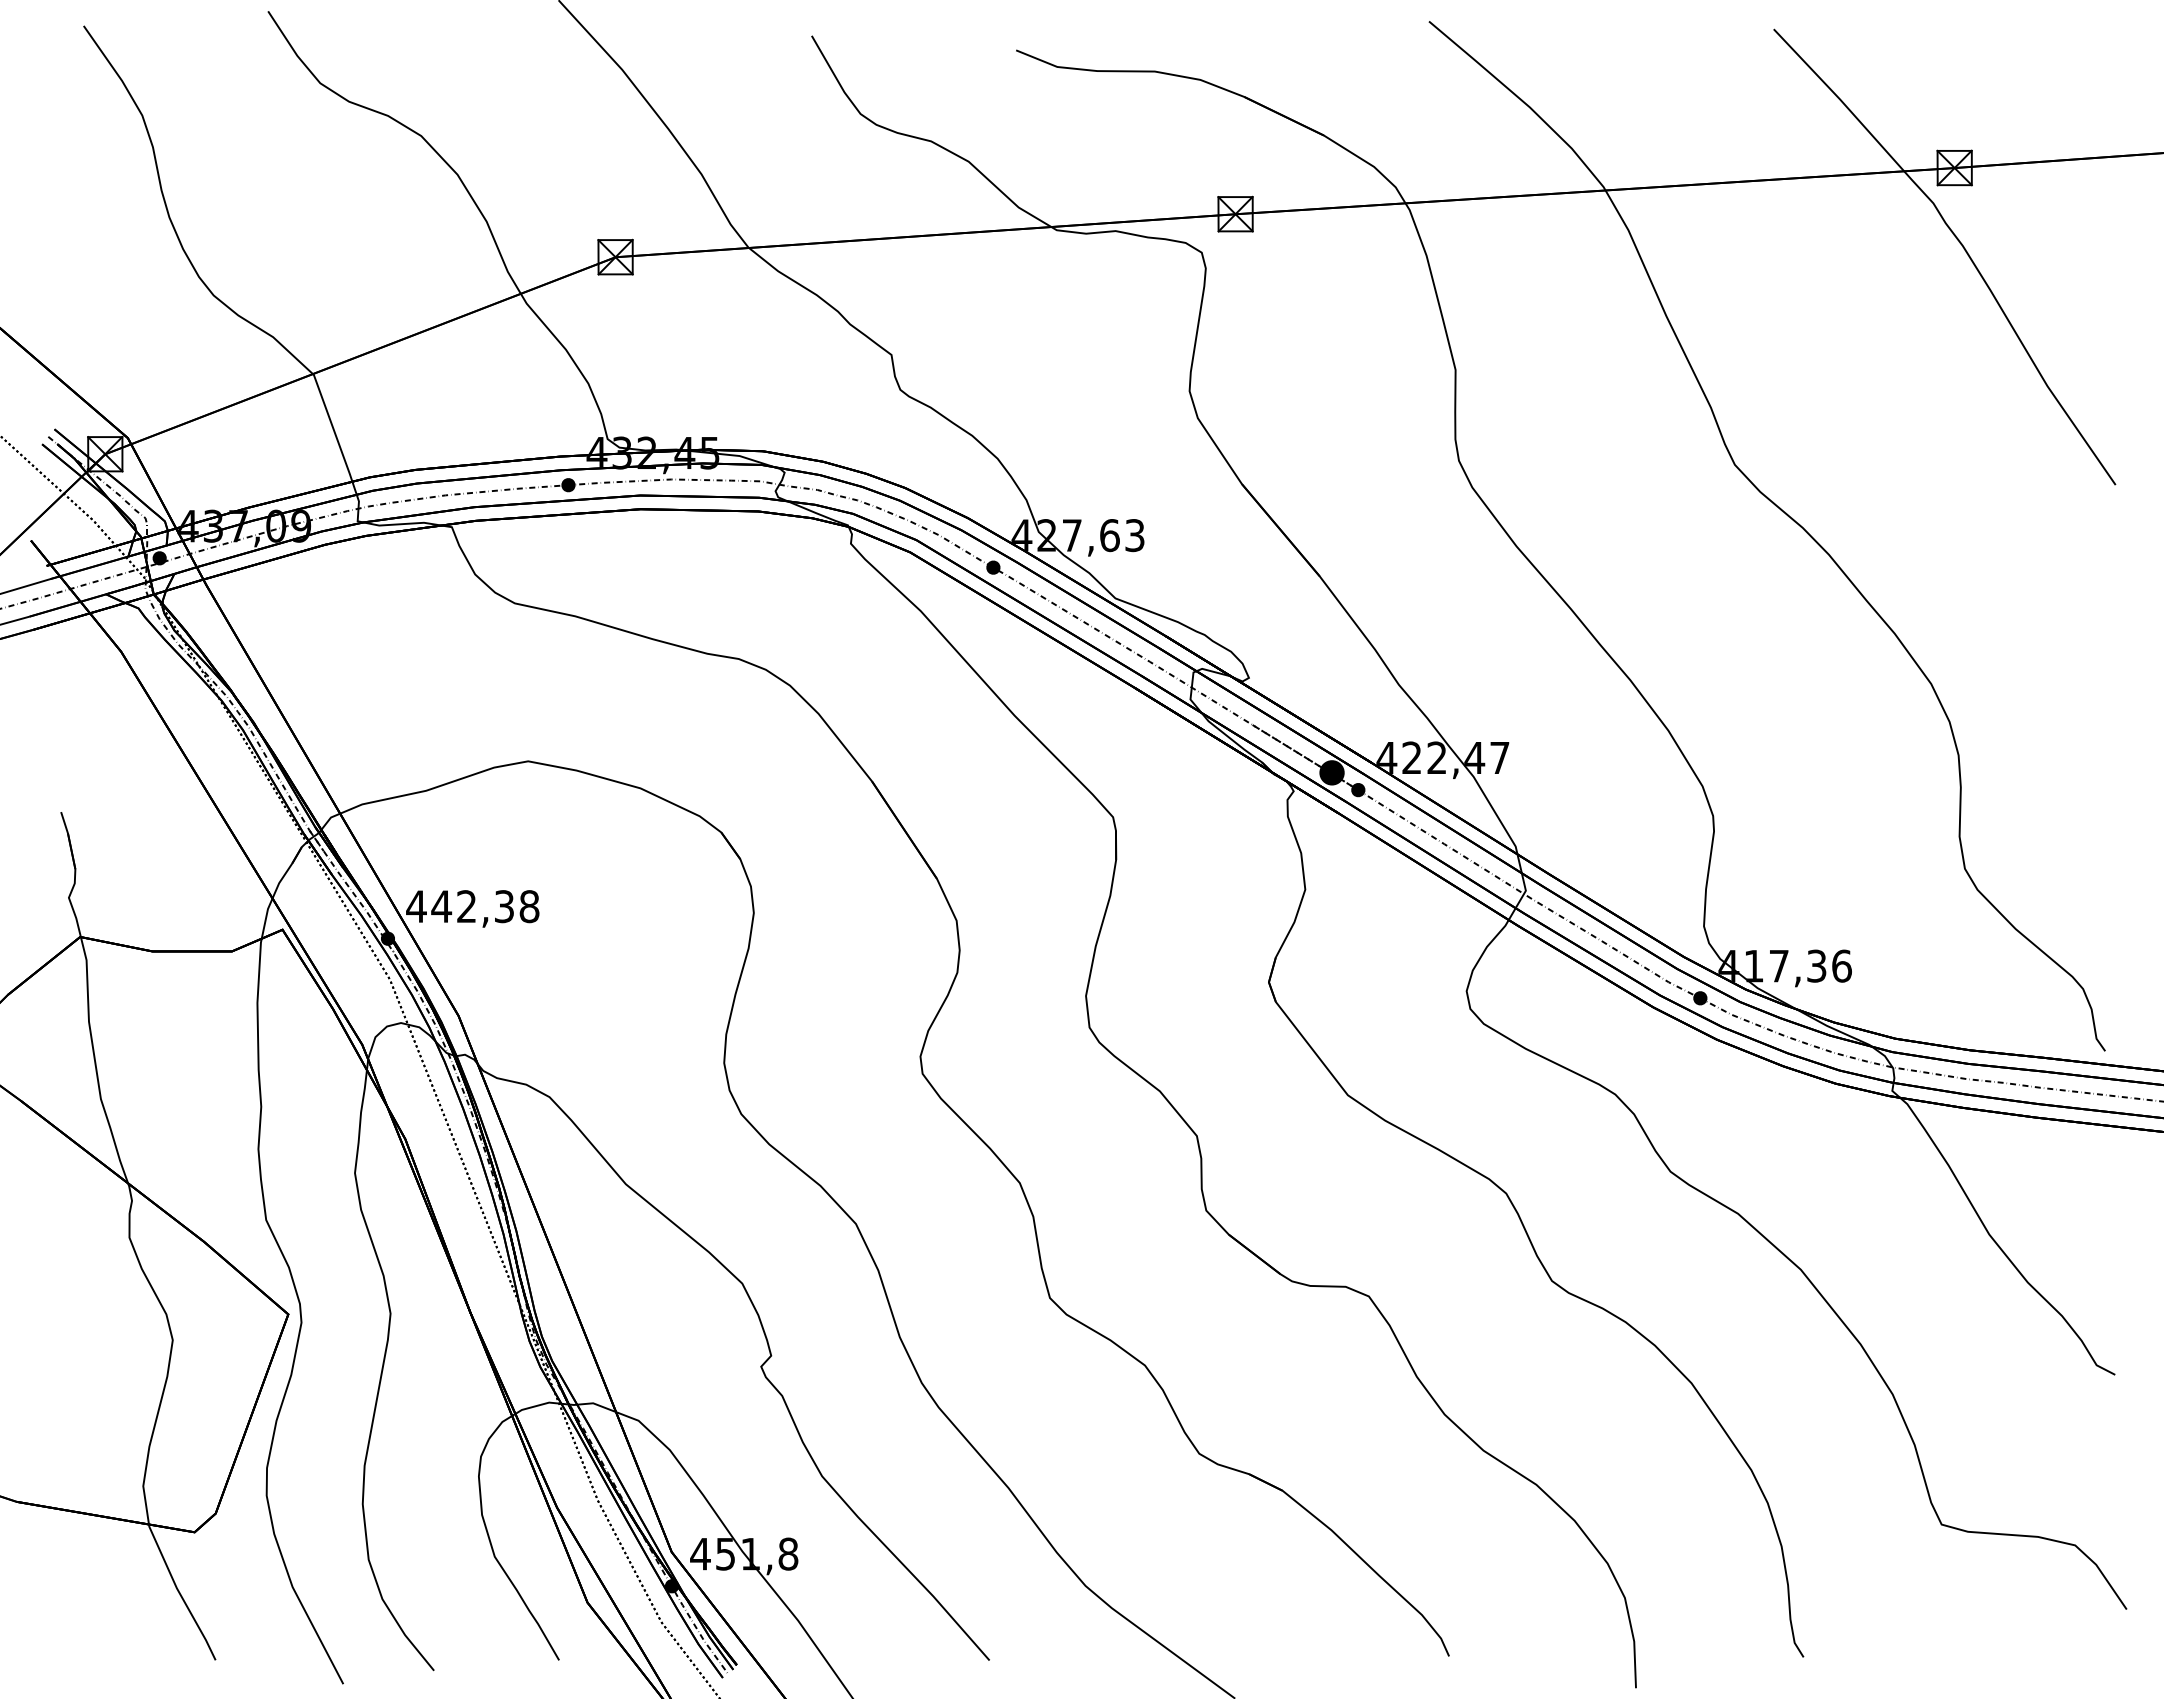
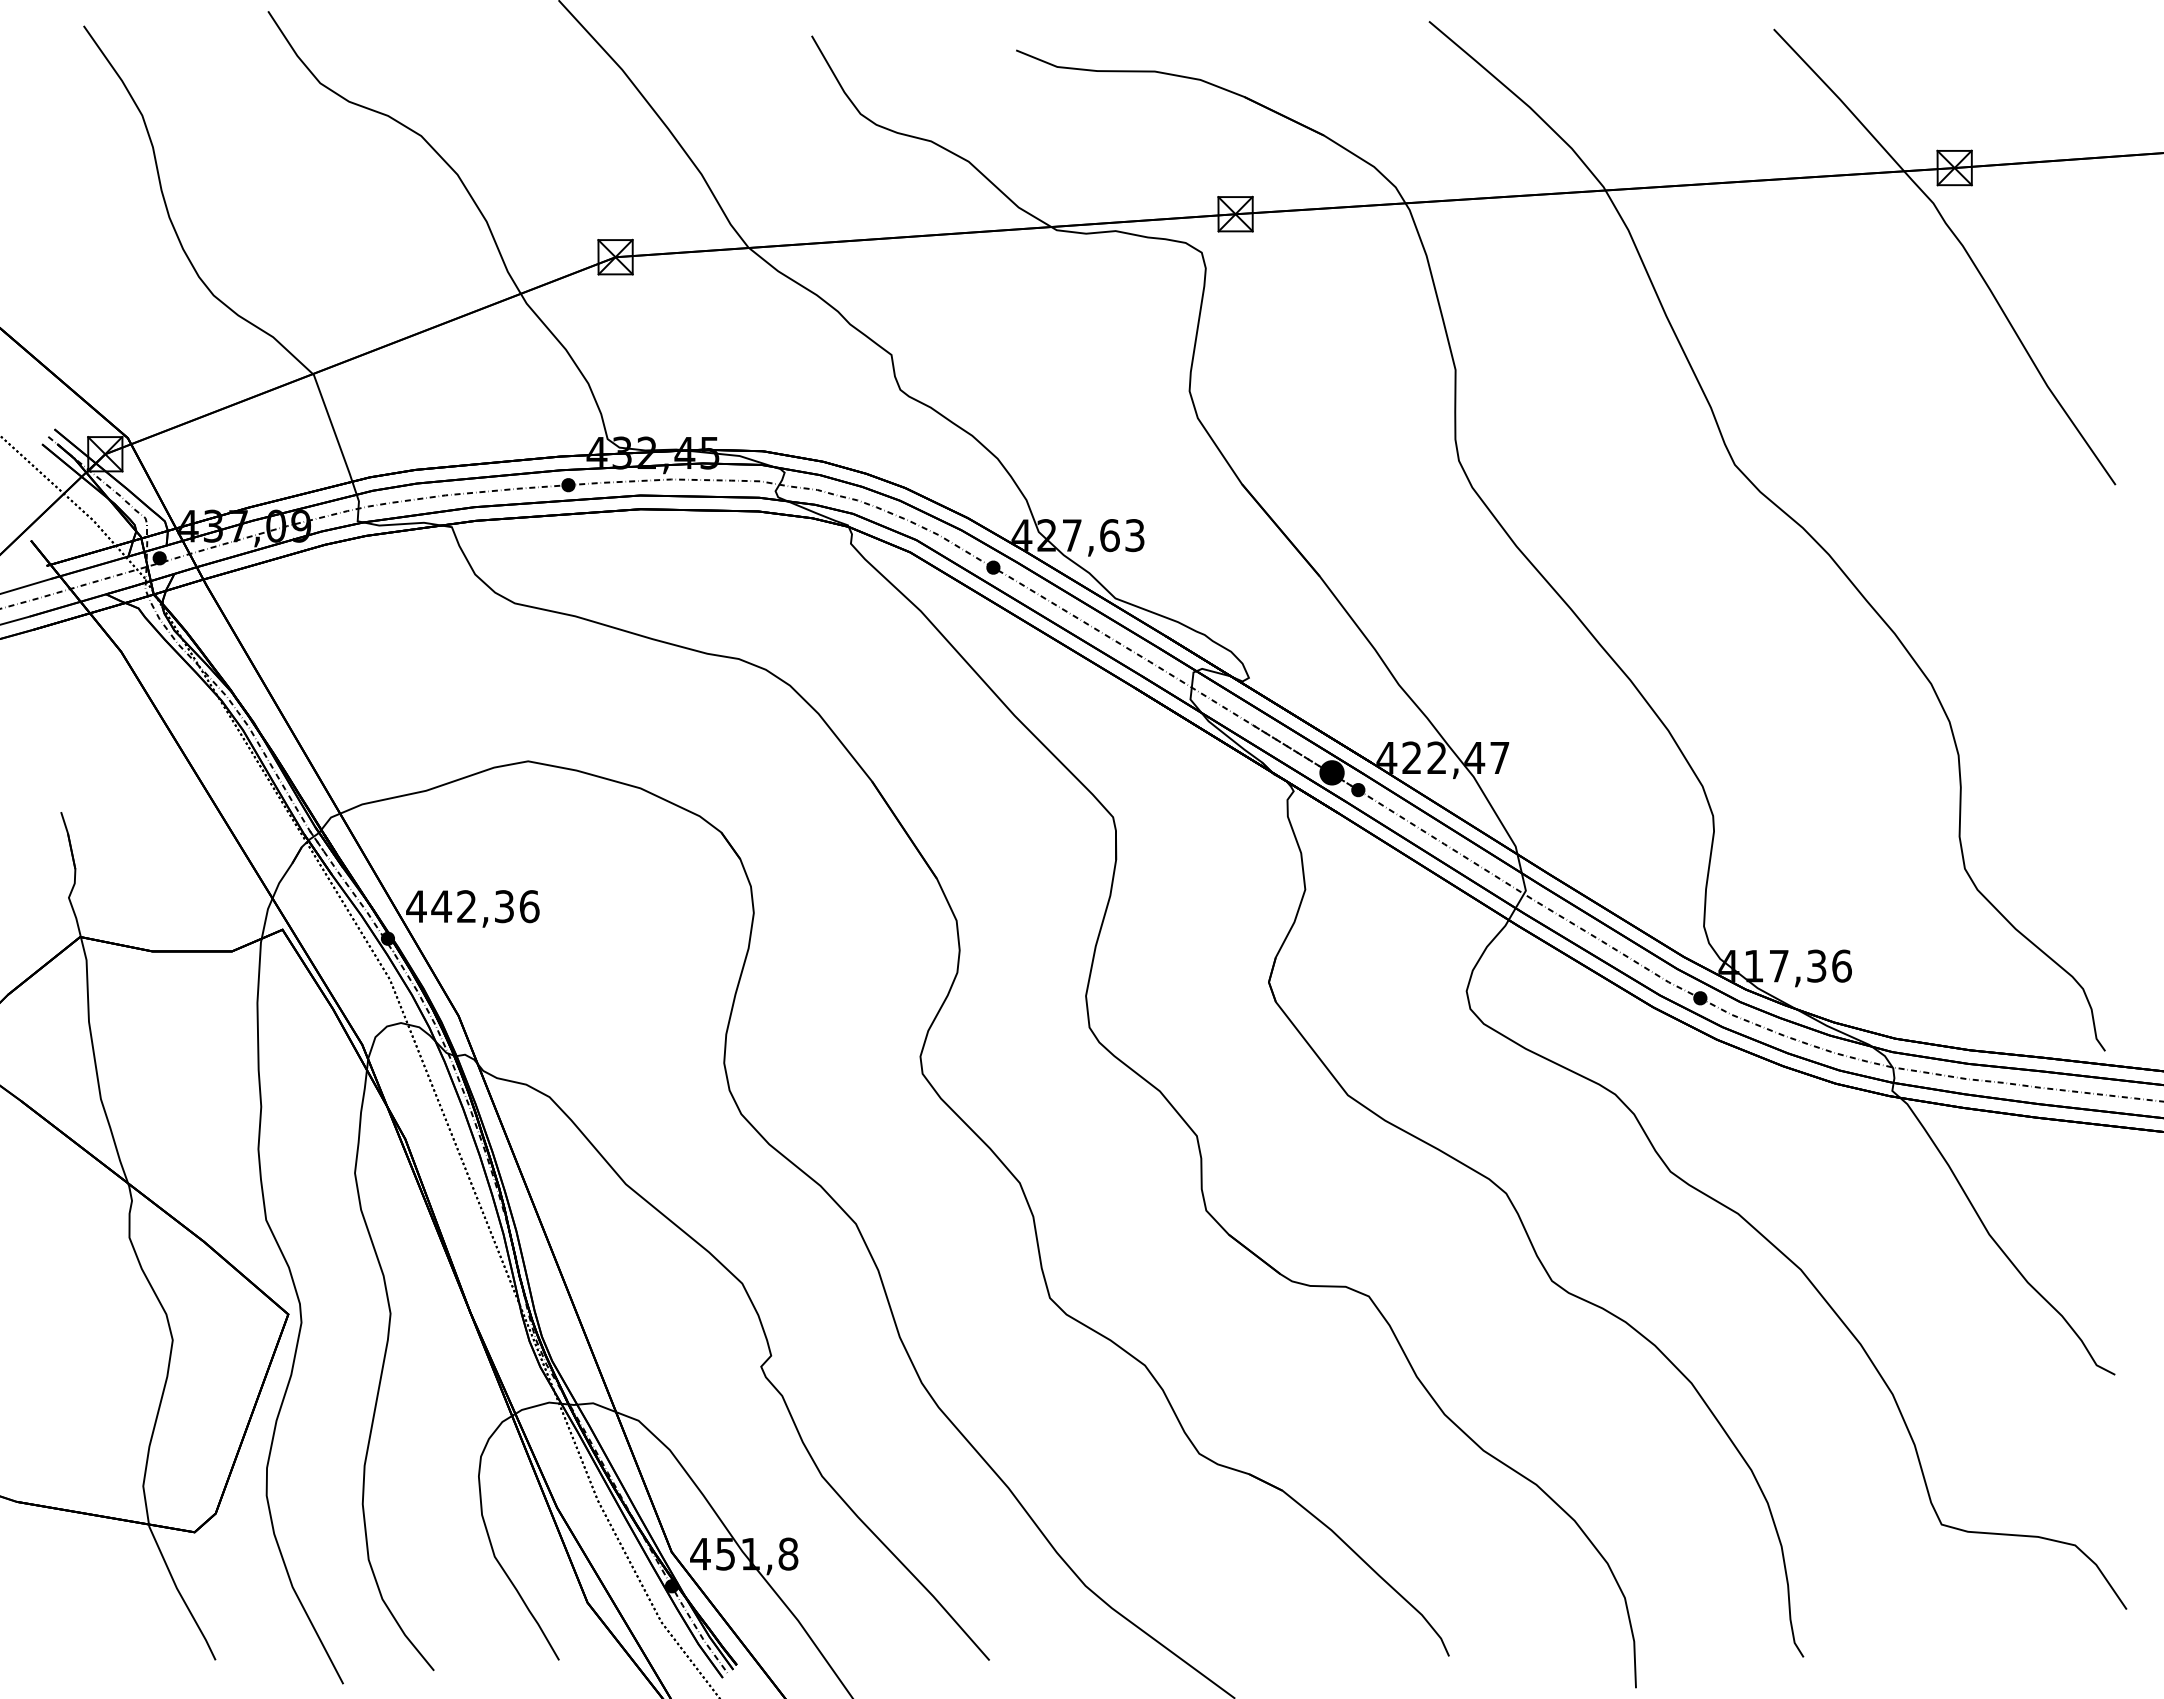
text at (529, 906): 442,38 -> 442,36
